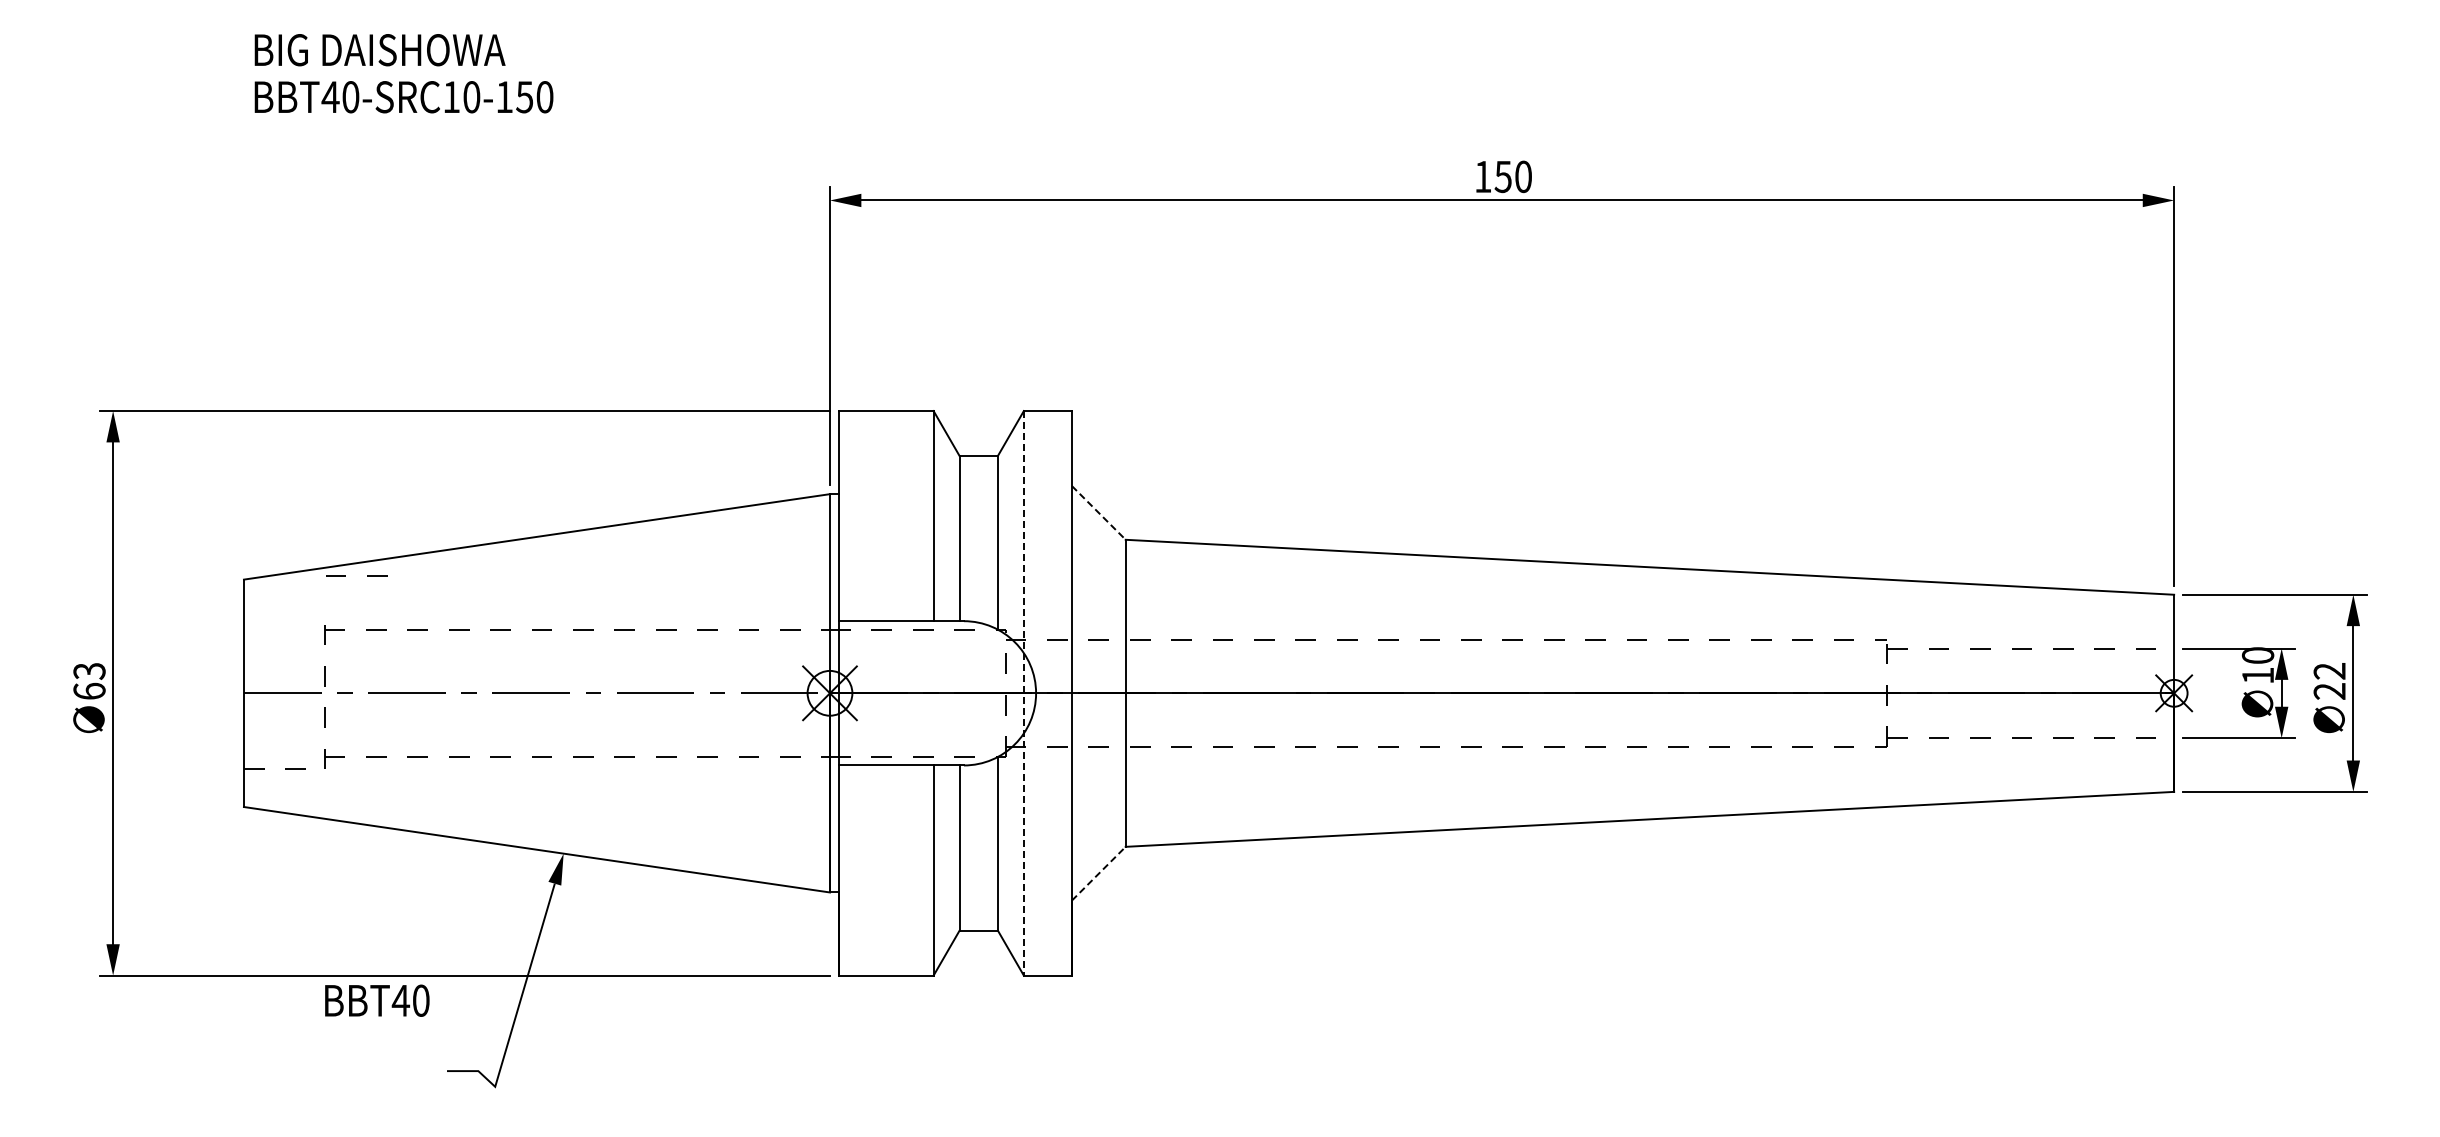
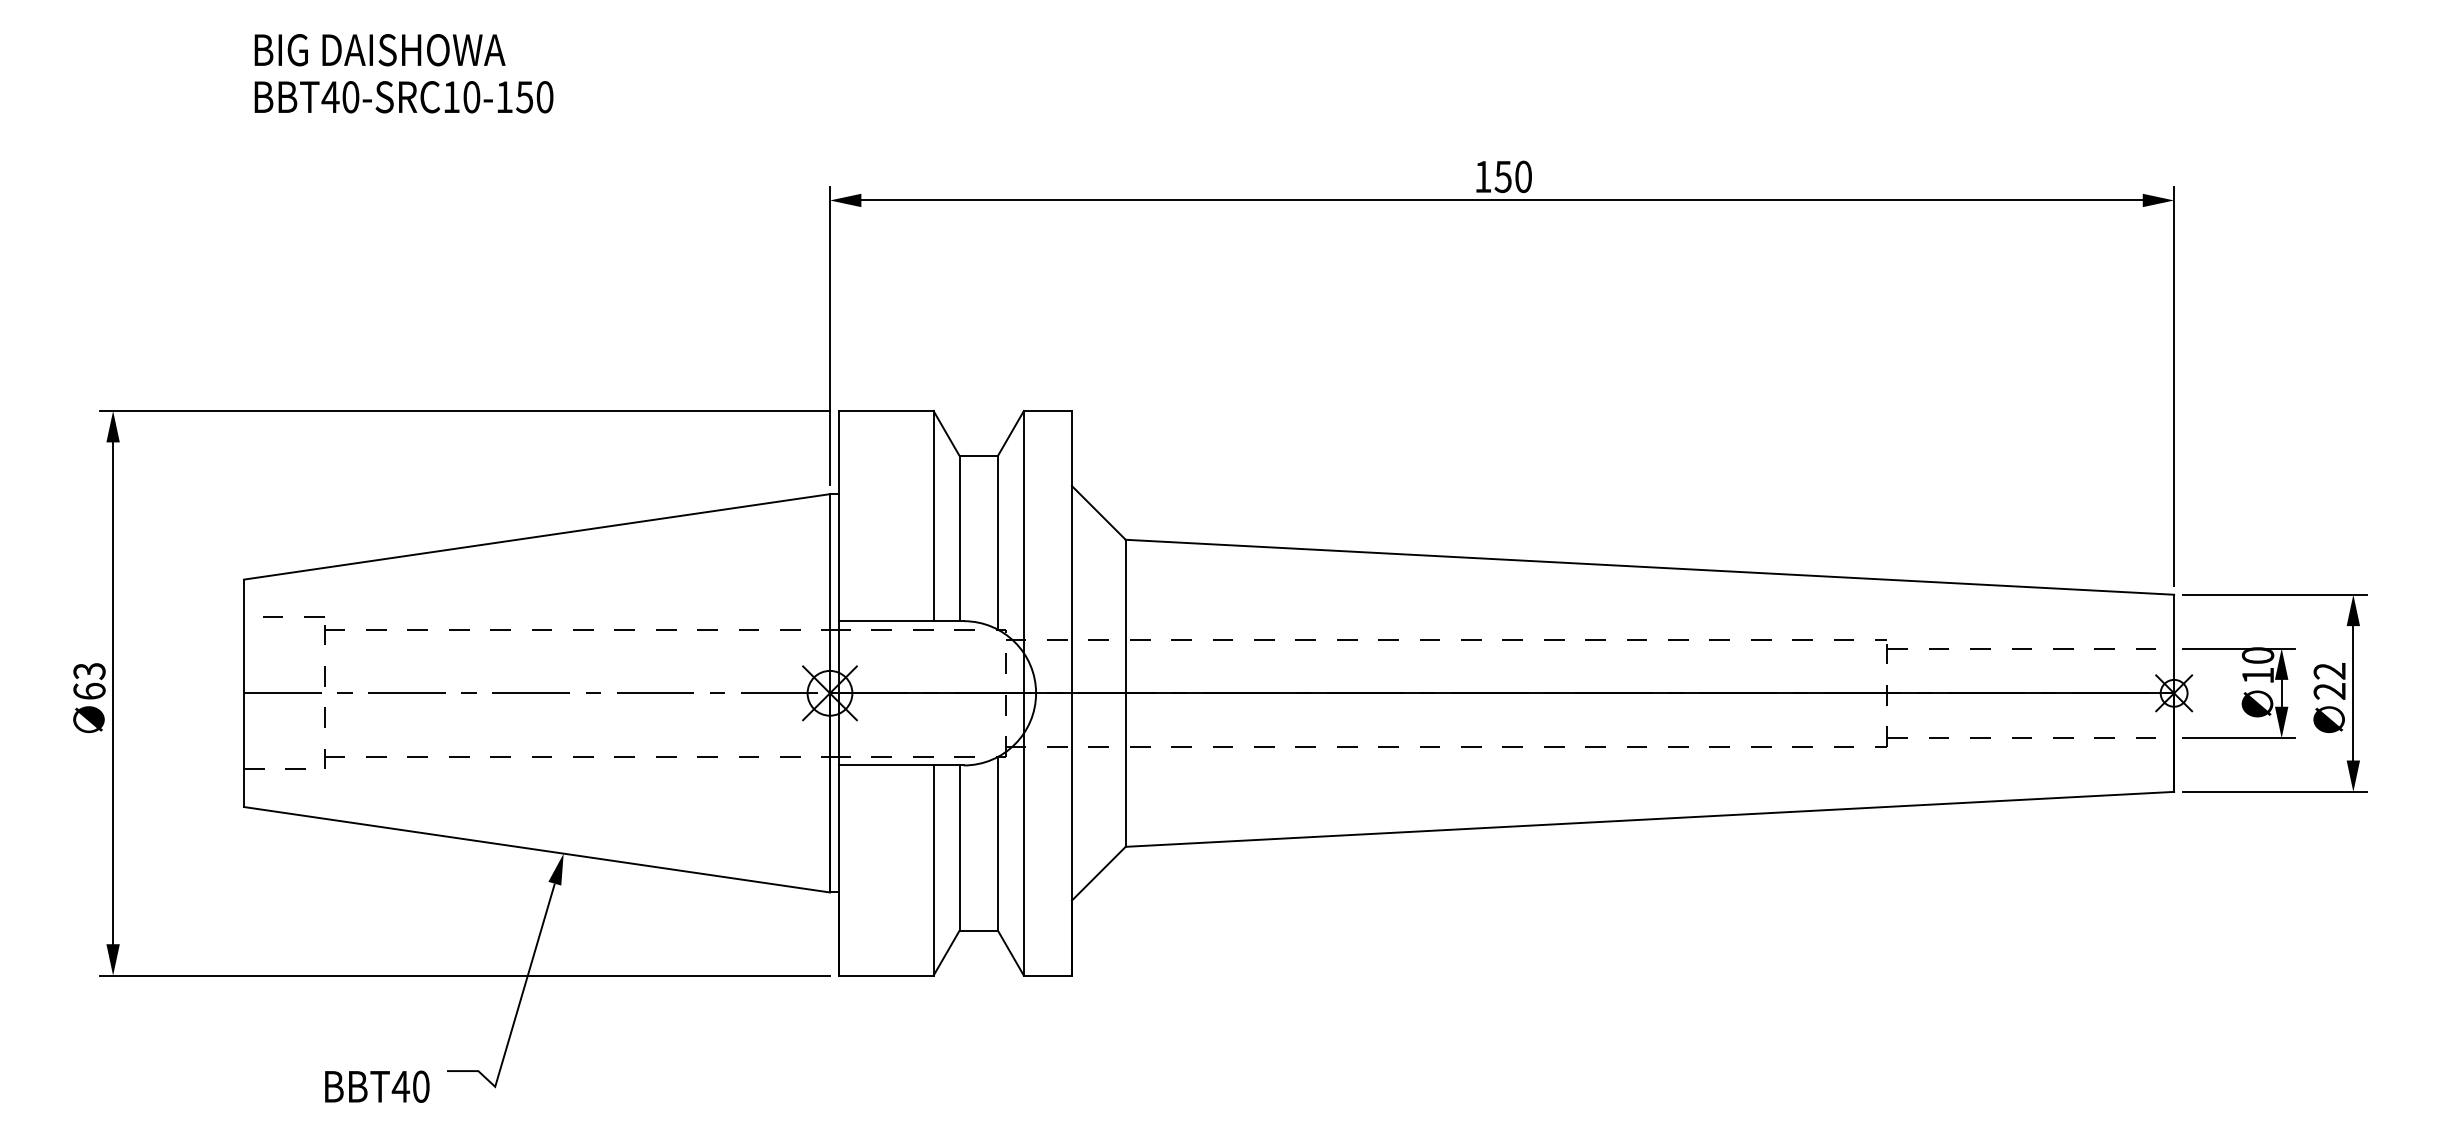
line at (1099, 513): dashed -> solid
line at (345, 575) position: (345, 575) -> (282, 616)
line at (1023, 693): dashed -> solid
line at (1099, 873): dashed -> solid
text at (377, 1000) position: (377, 1000) -> (377, 1086)
